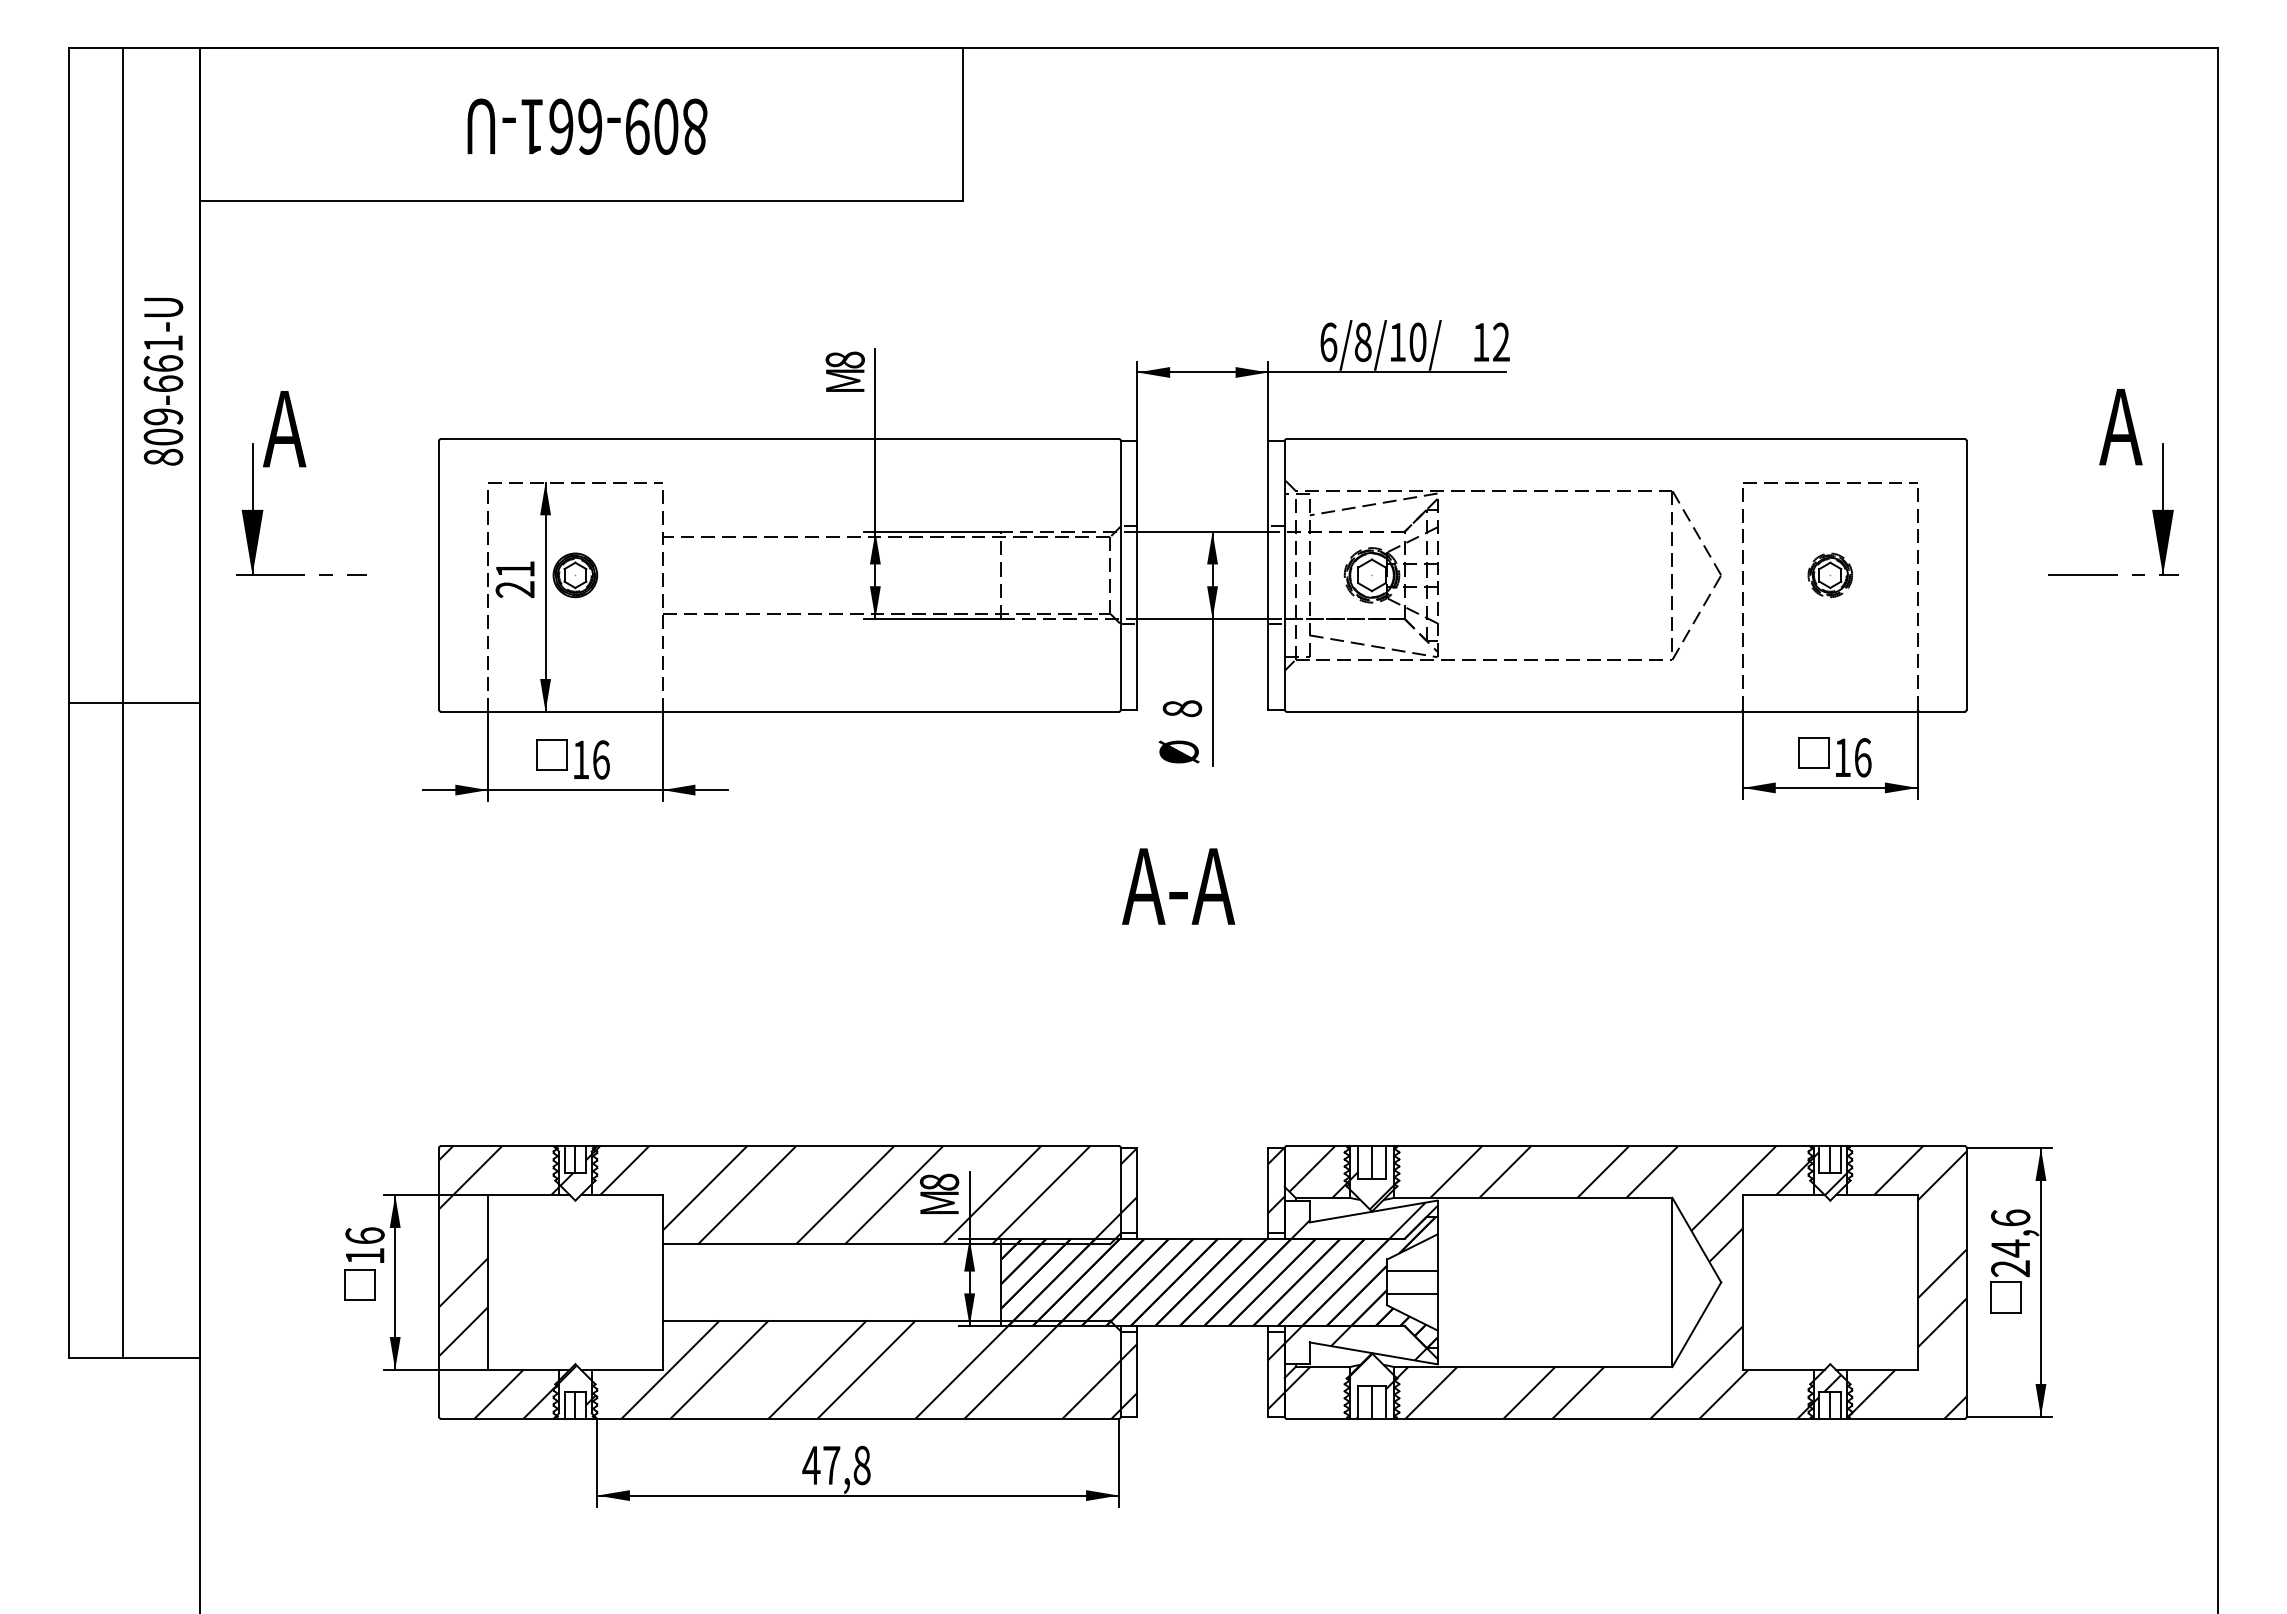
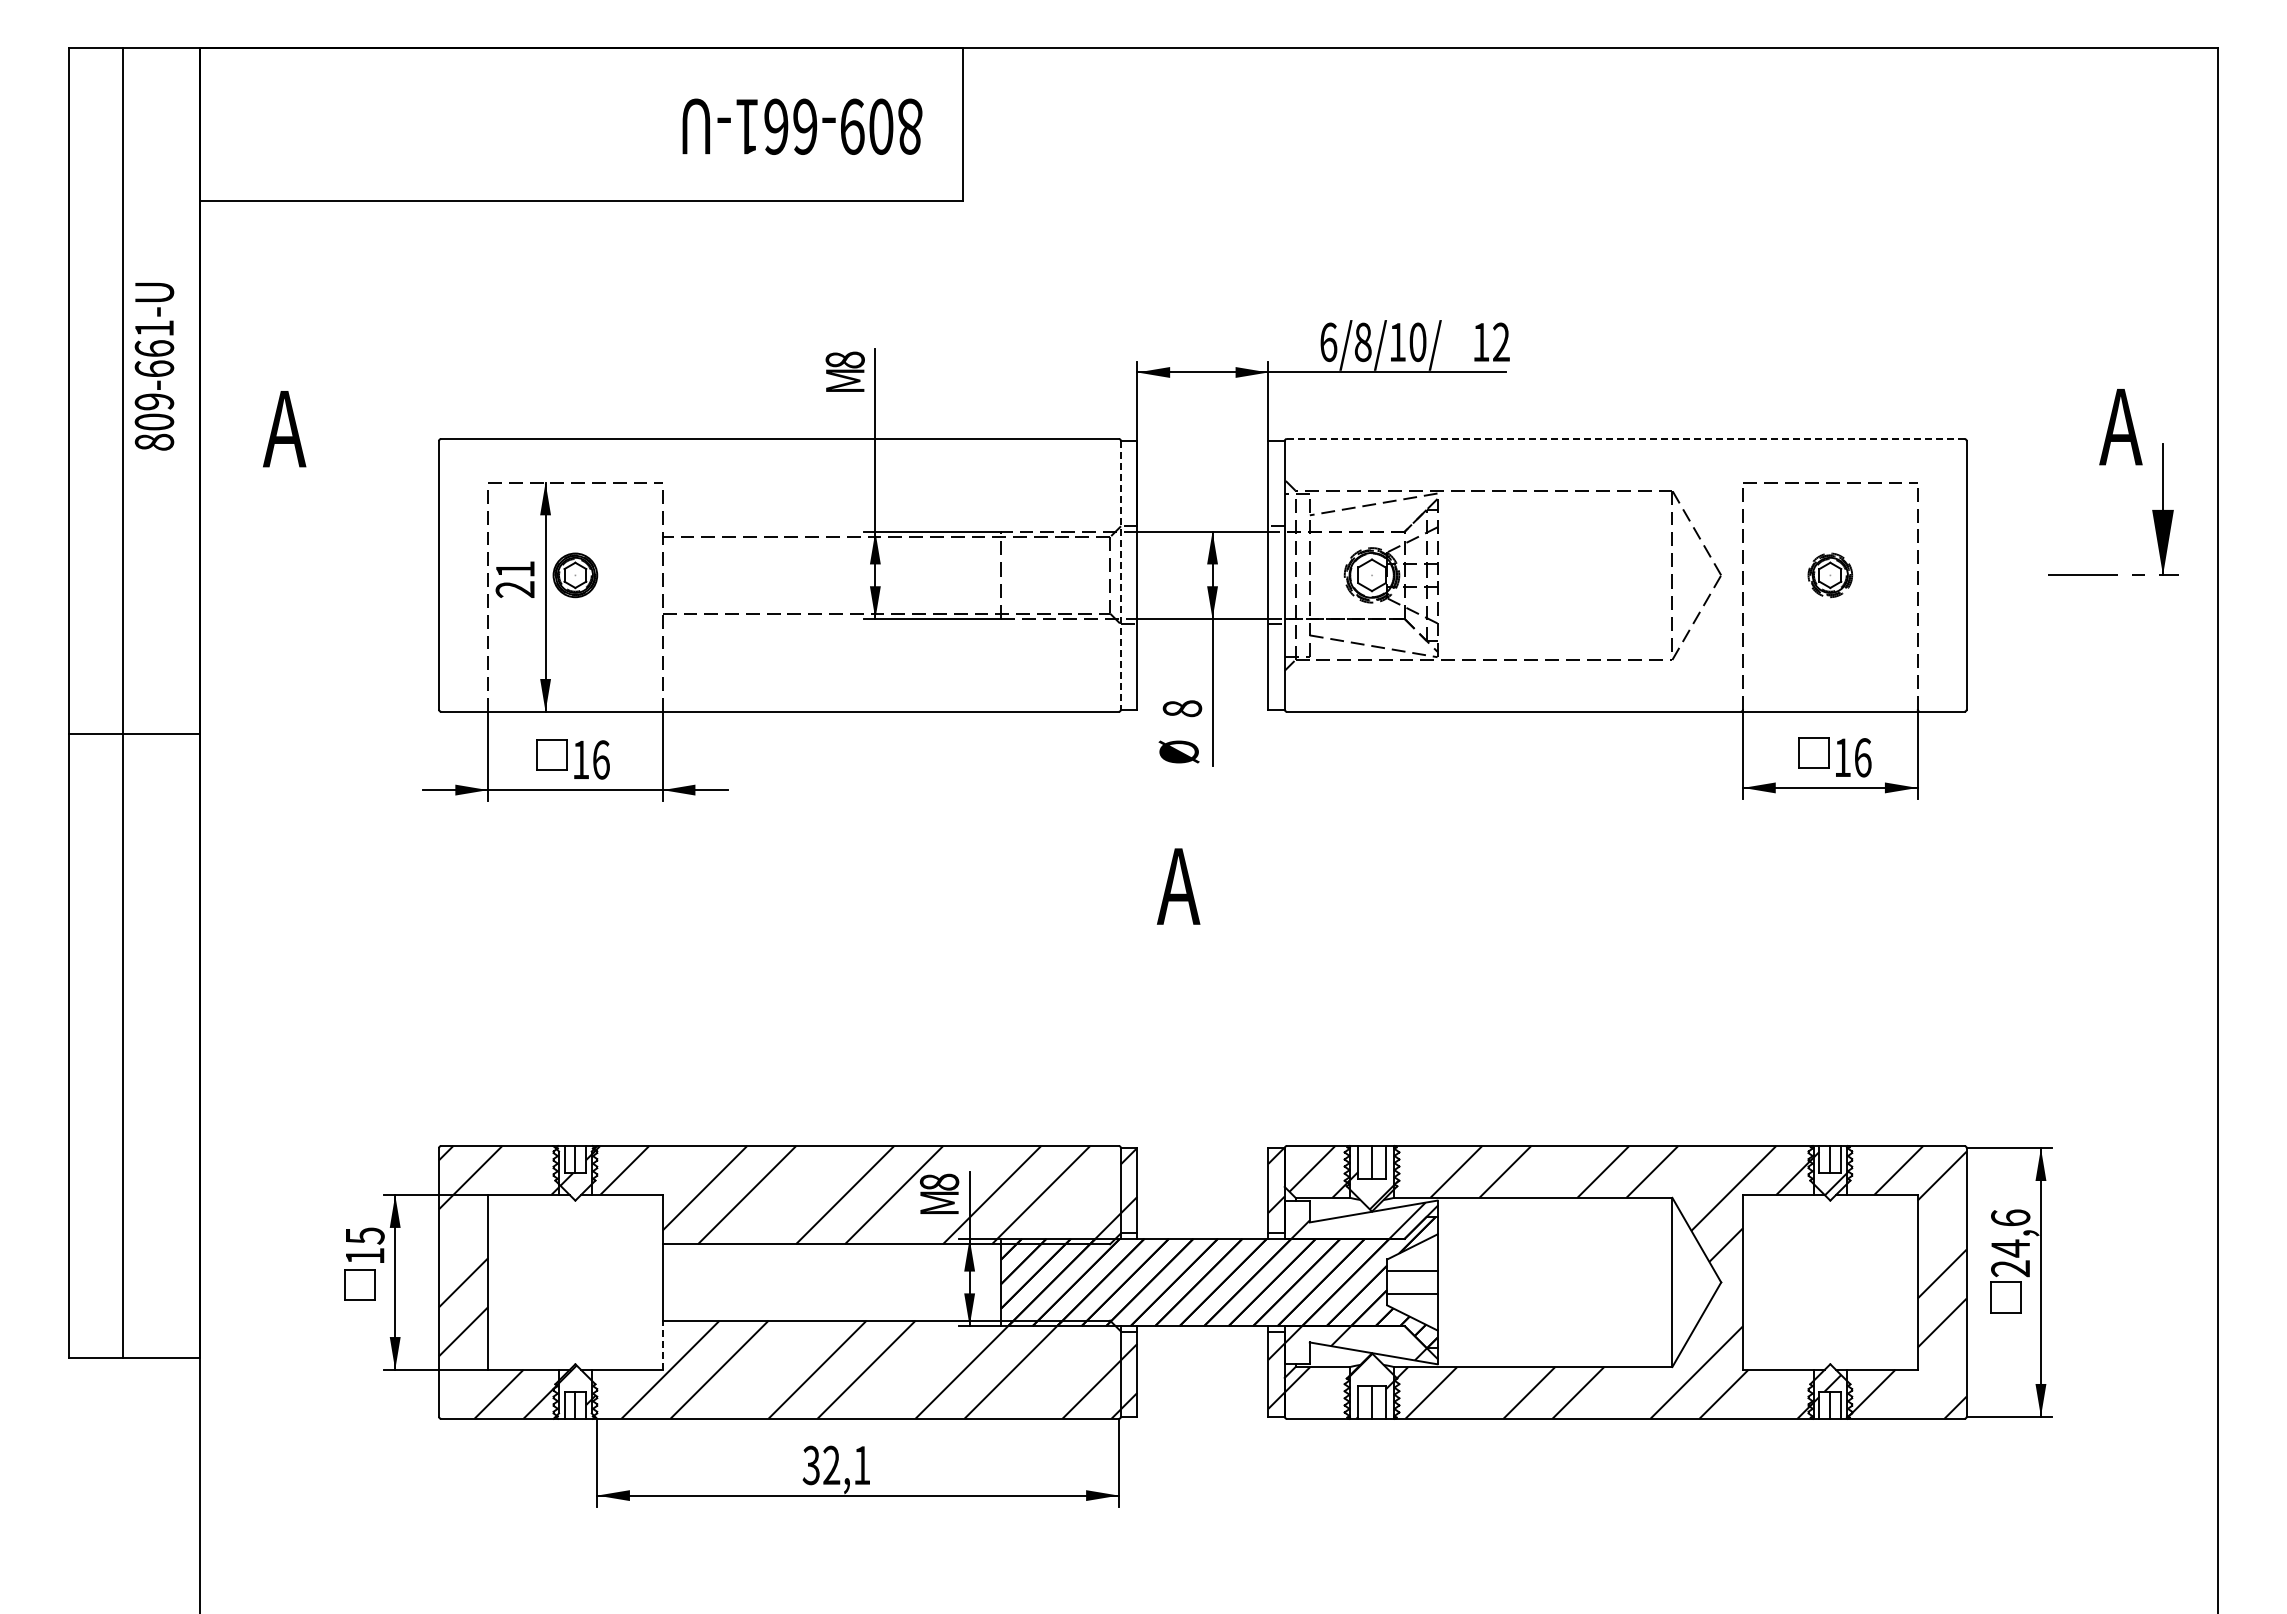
text at (587, 126) position: (587, 126) -> (802, 126)
text at (163, 381) position: (163, 381) -> (154, 366)
line at (1625, 438): solid -> dashed
part at (263, 510): present -> none
line at (1121, 575): solid -> dashed
line at (133, 703) position: (133, 703) -> (133, 734)
text at (1178, 886): A-A -> A
text at (364, 1235): 16 -> 15
line at (662, 1345): solid -> dashed
text at (836, 1465): 47,8 -> 32,1
